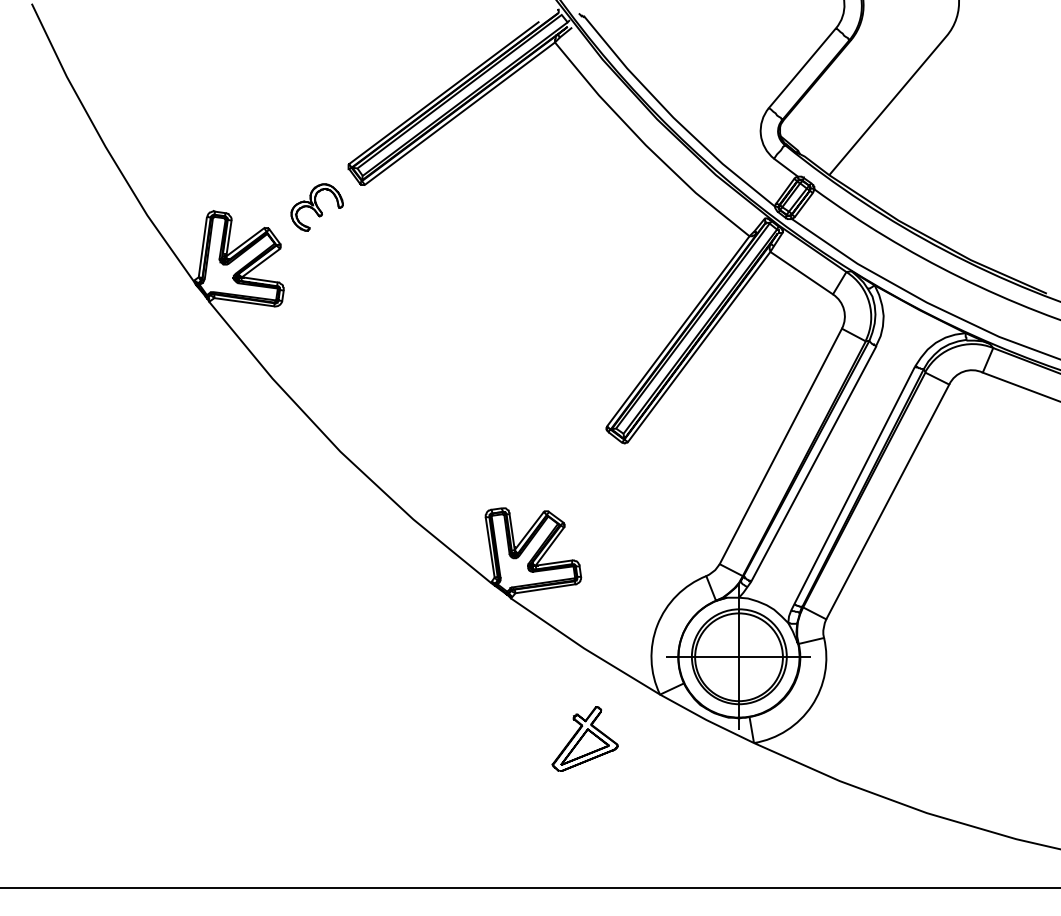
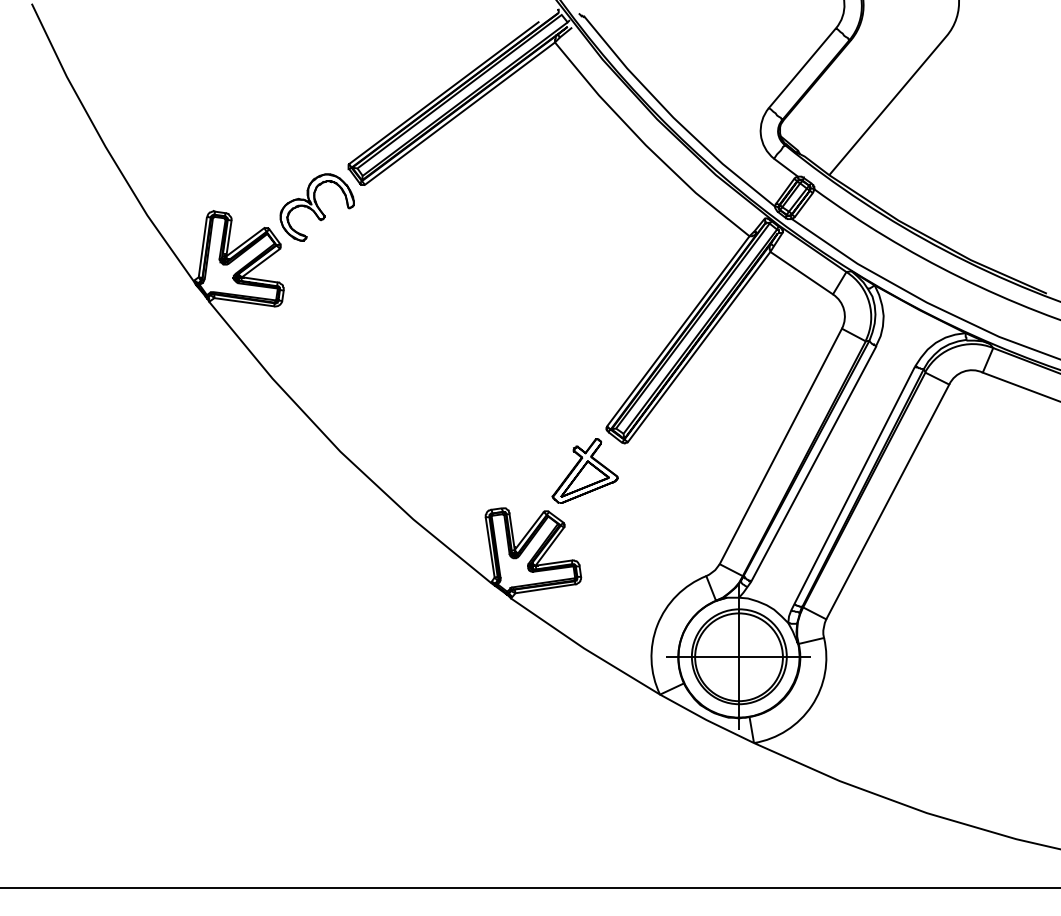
part at (316, 207) size: 54x49 px -> 76x69 px
part at (584, 738) position: (584, 738) -> (584, 470)
